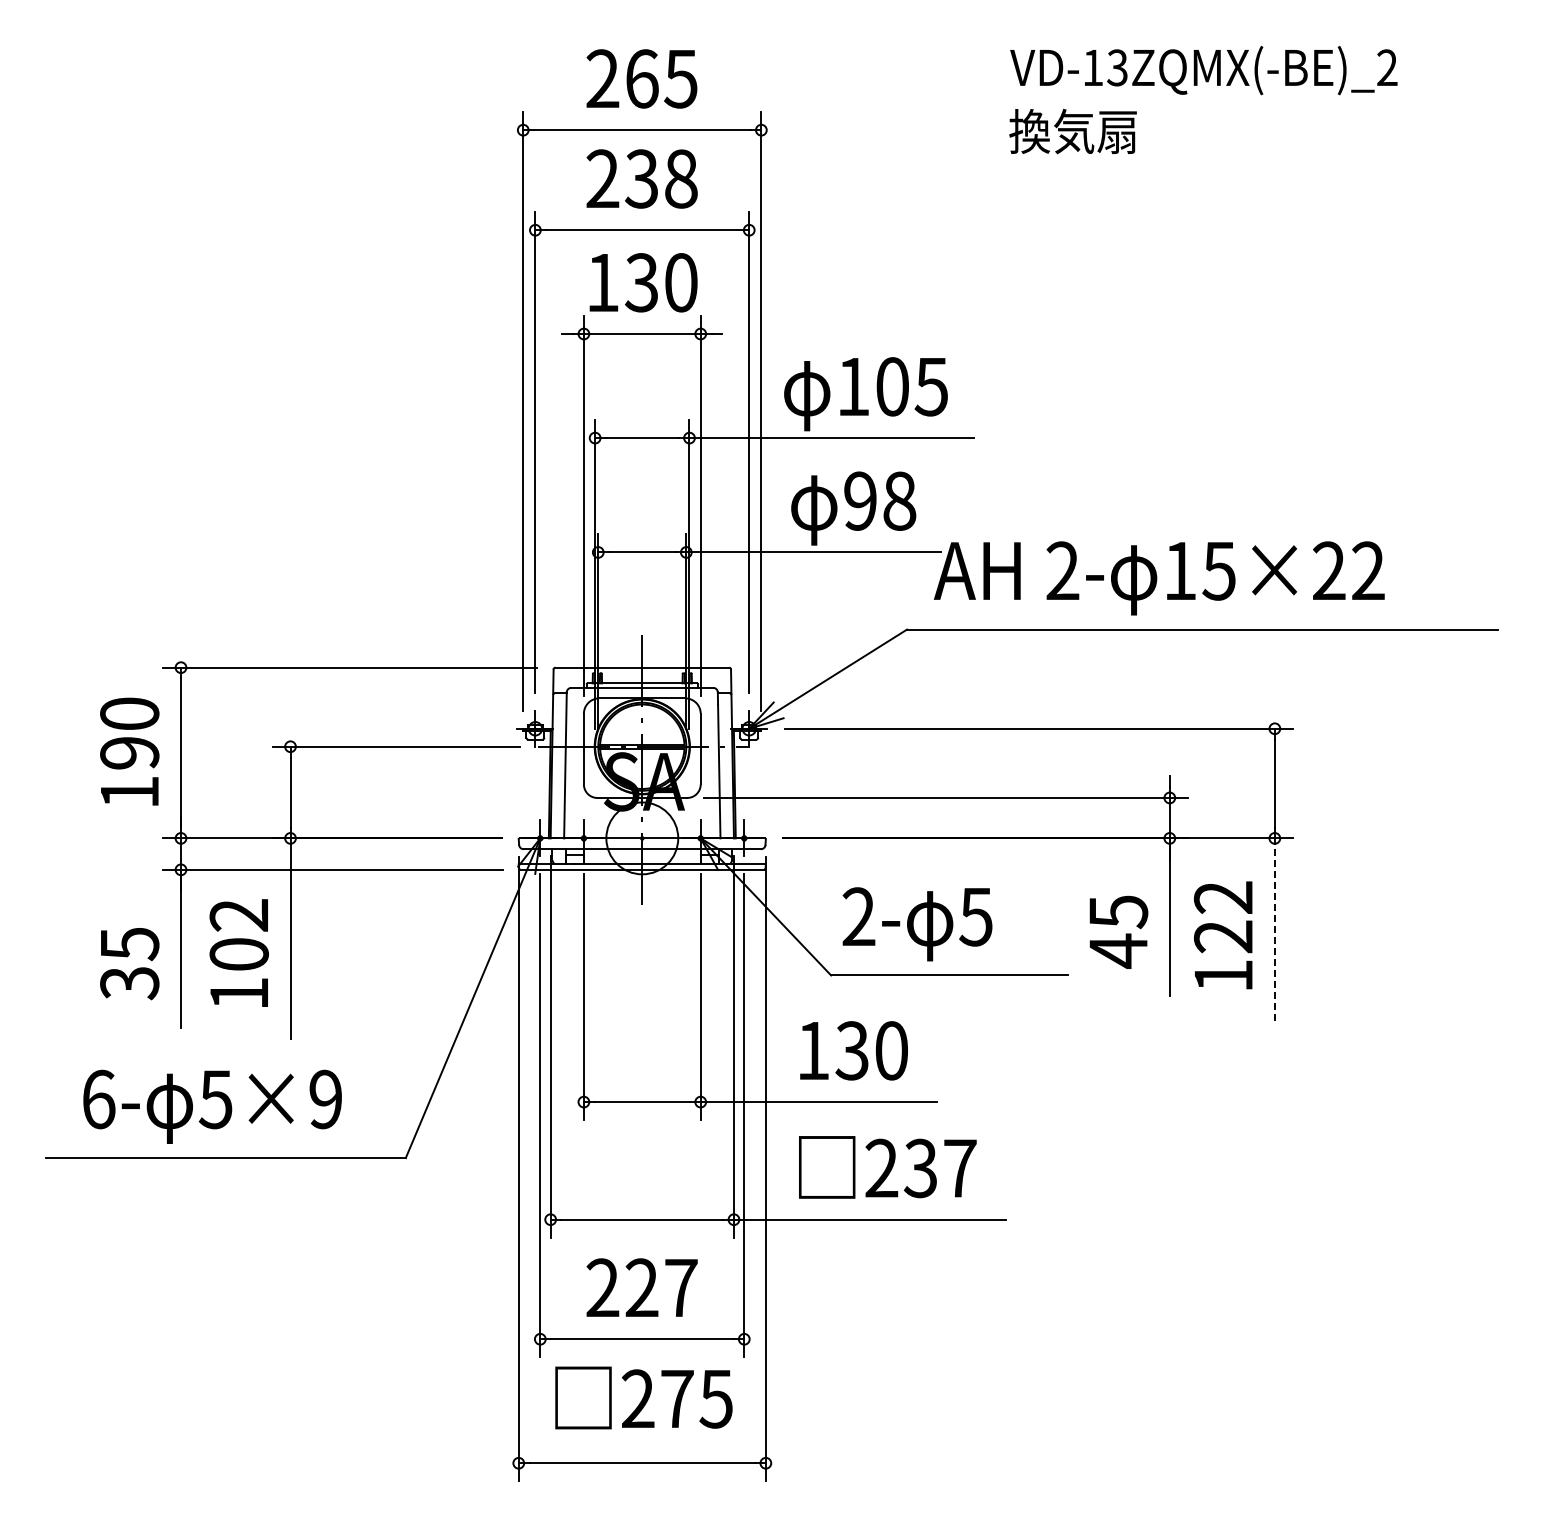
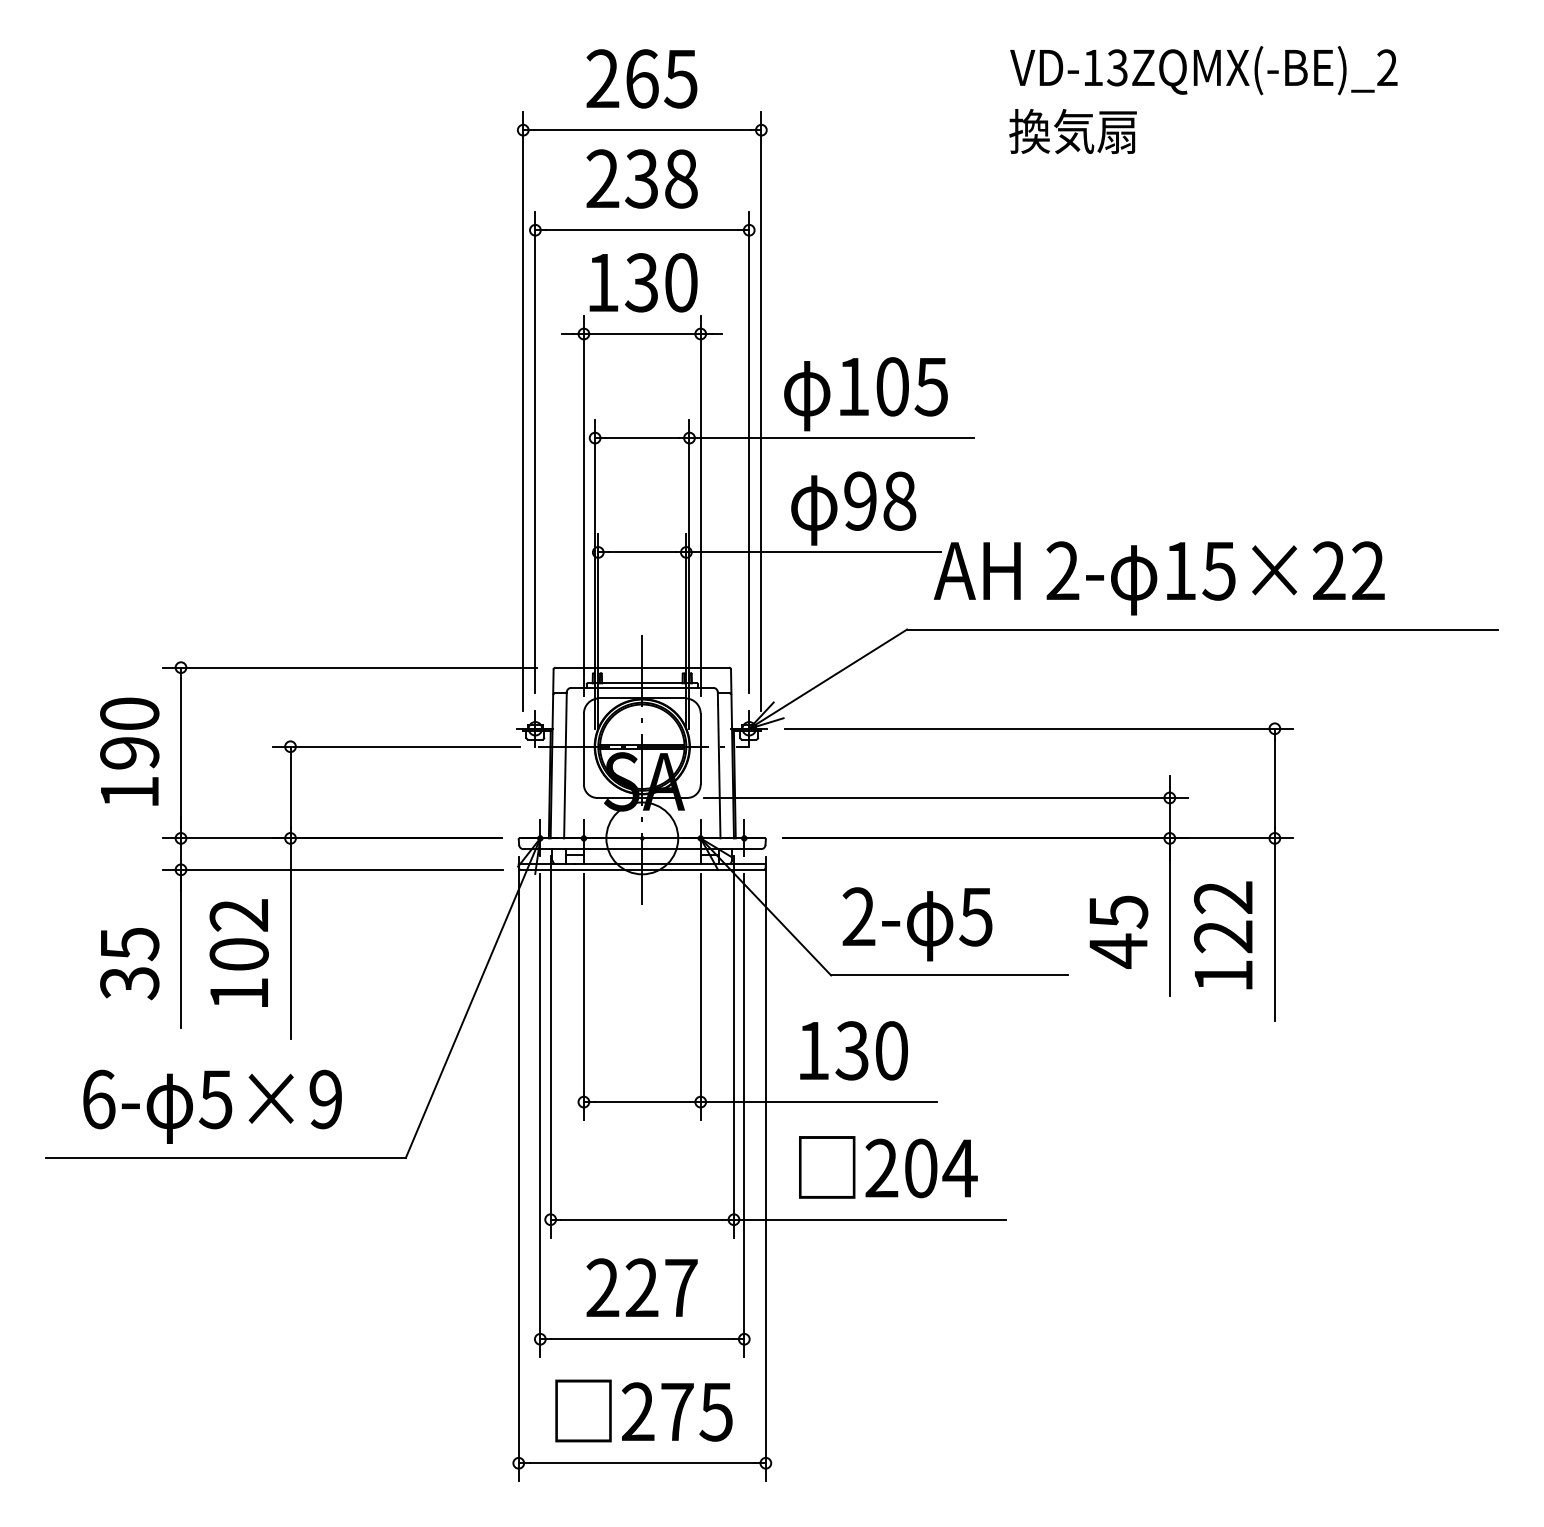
line at (1274, 929): dashed -> solid
text at (940, 1168): 237 -> 204
text at (643, 1397) position: (643, 1397) -> (643, 1410)
